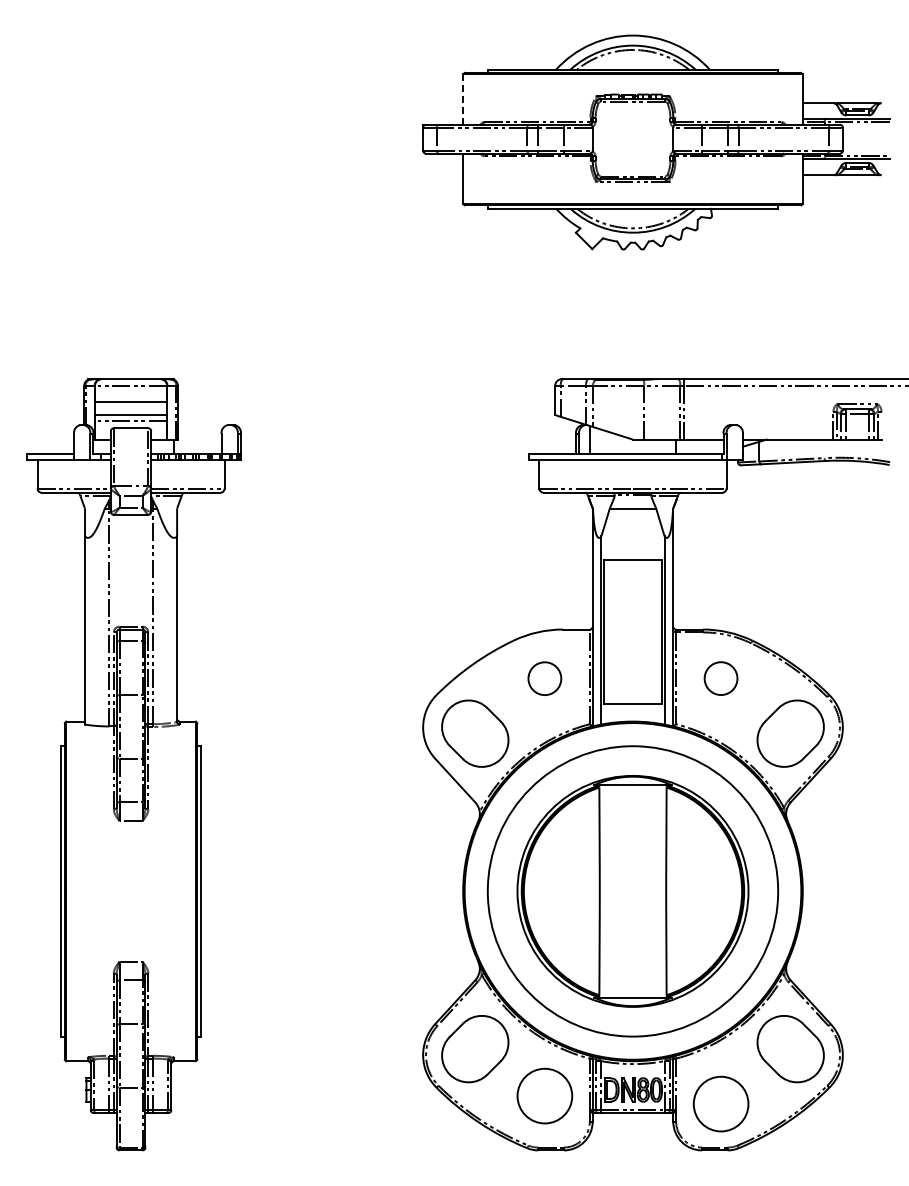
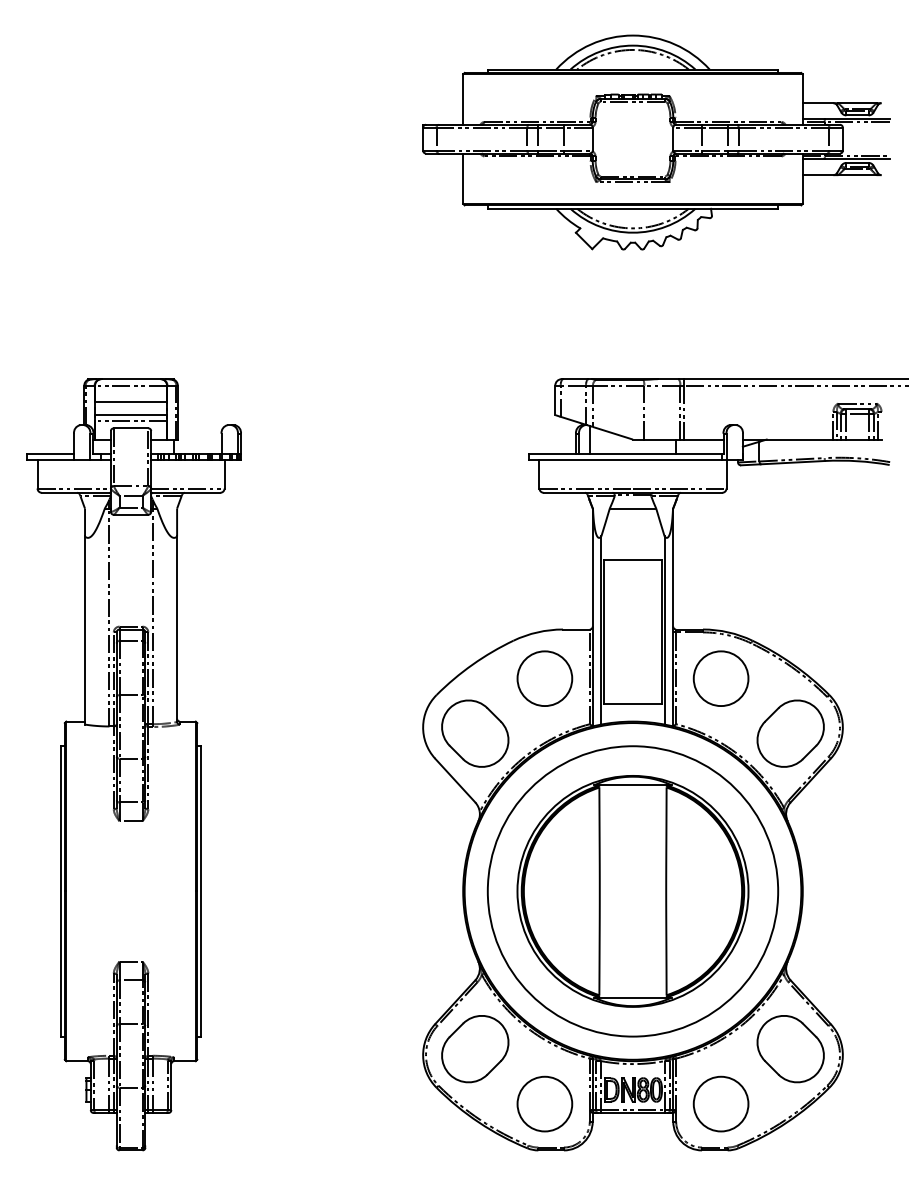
line at (463, 100): dashed -> solid
circle at (544, 678) diameter: 33 px -> 55 px
circle at (720, 678) size: 36x35 px -> 58x57 px
circle at (544, 1095) position: (544, 1095) -> (544, 1103)
